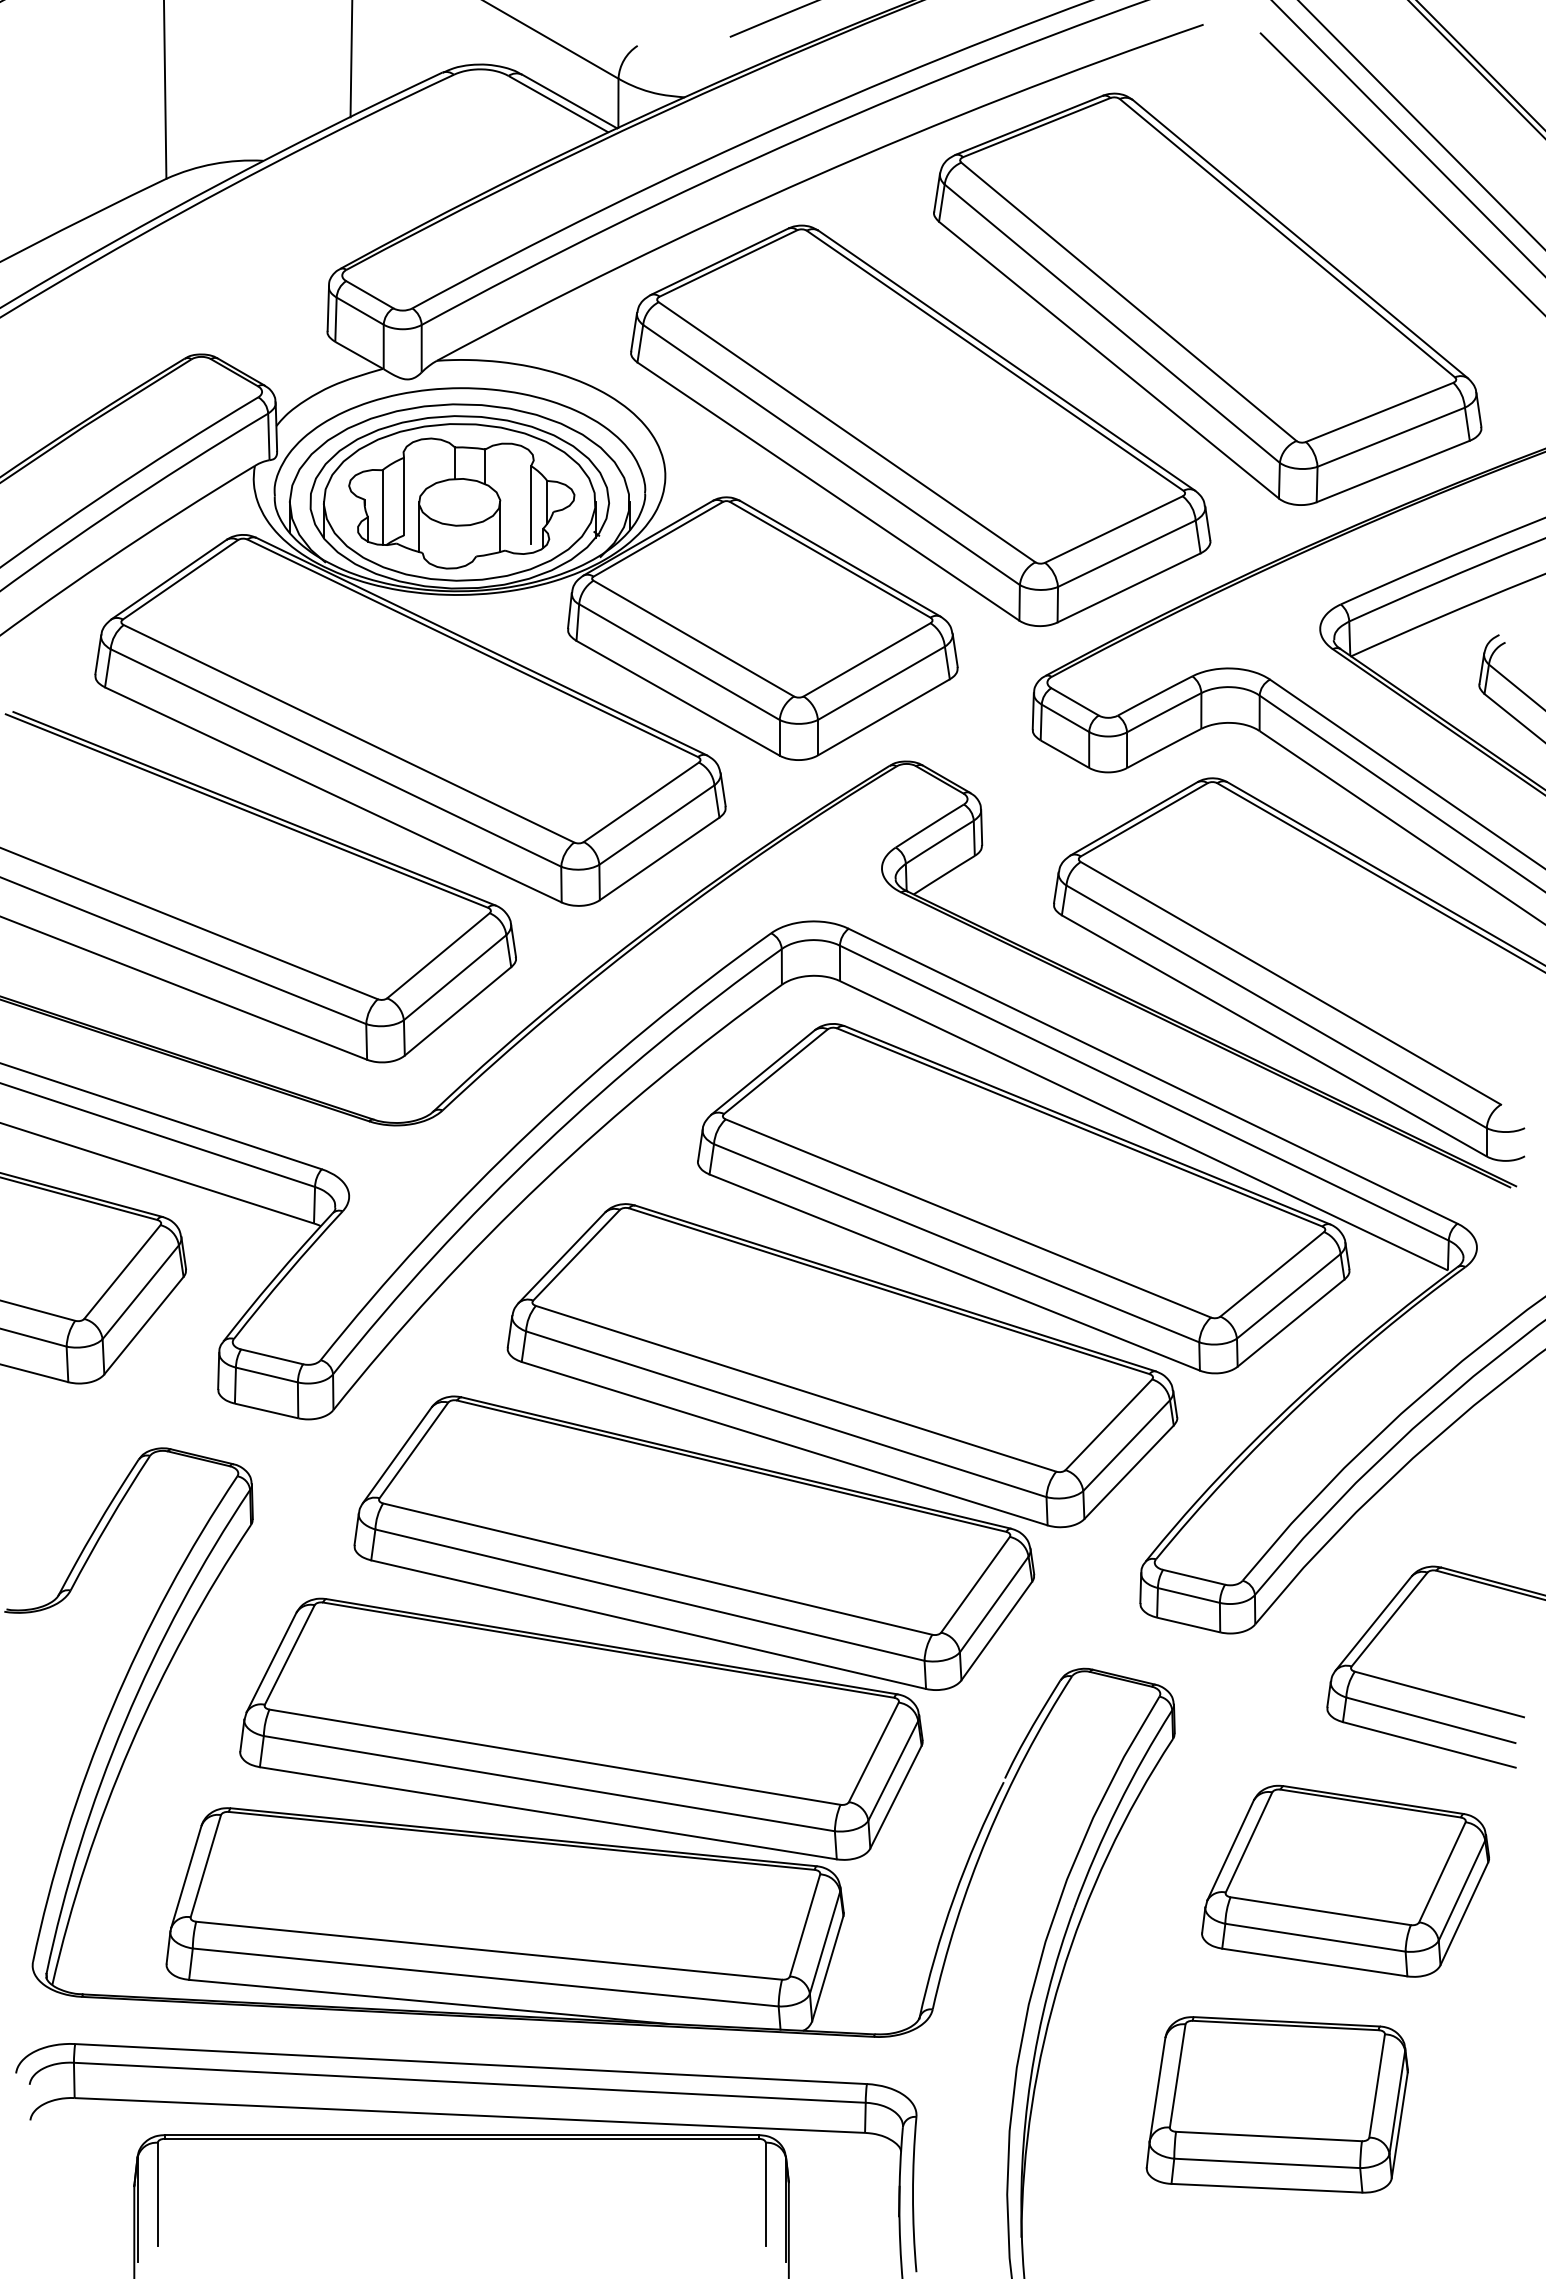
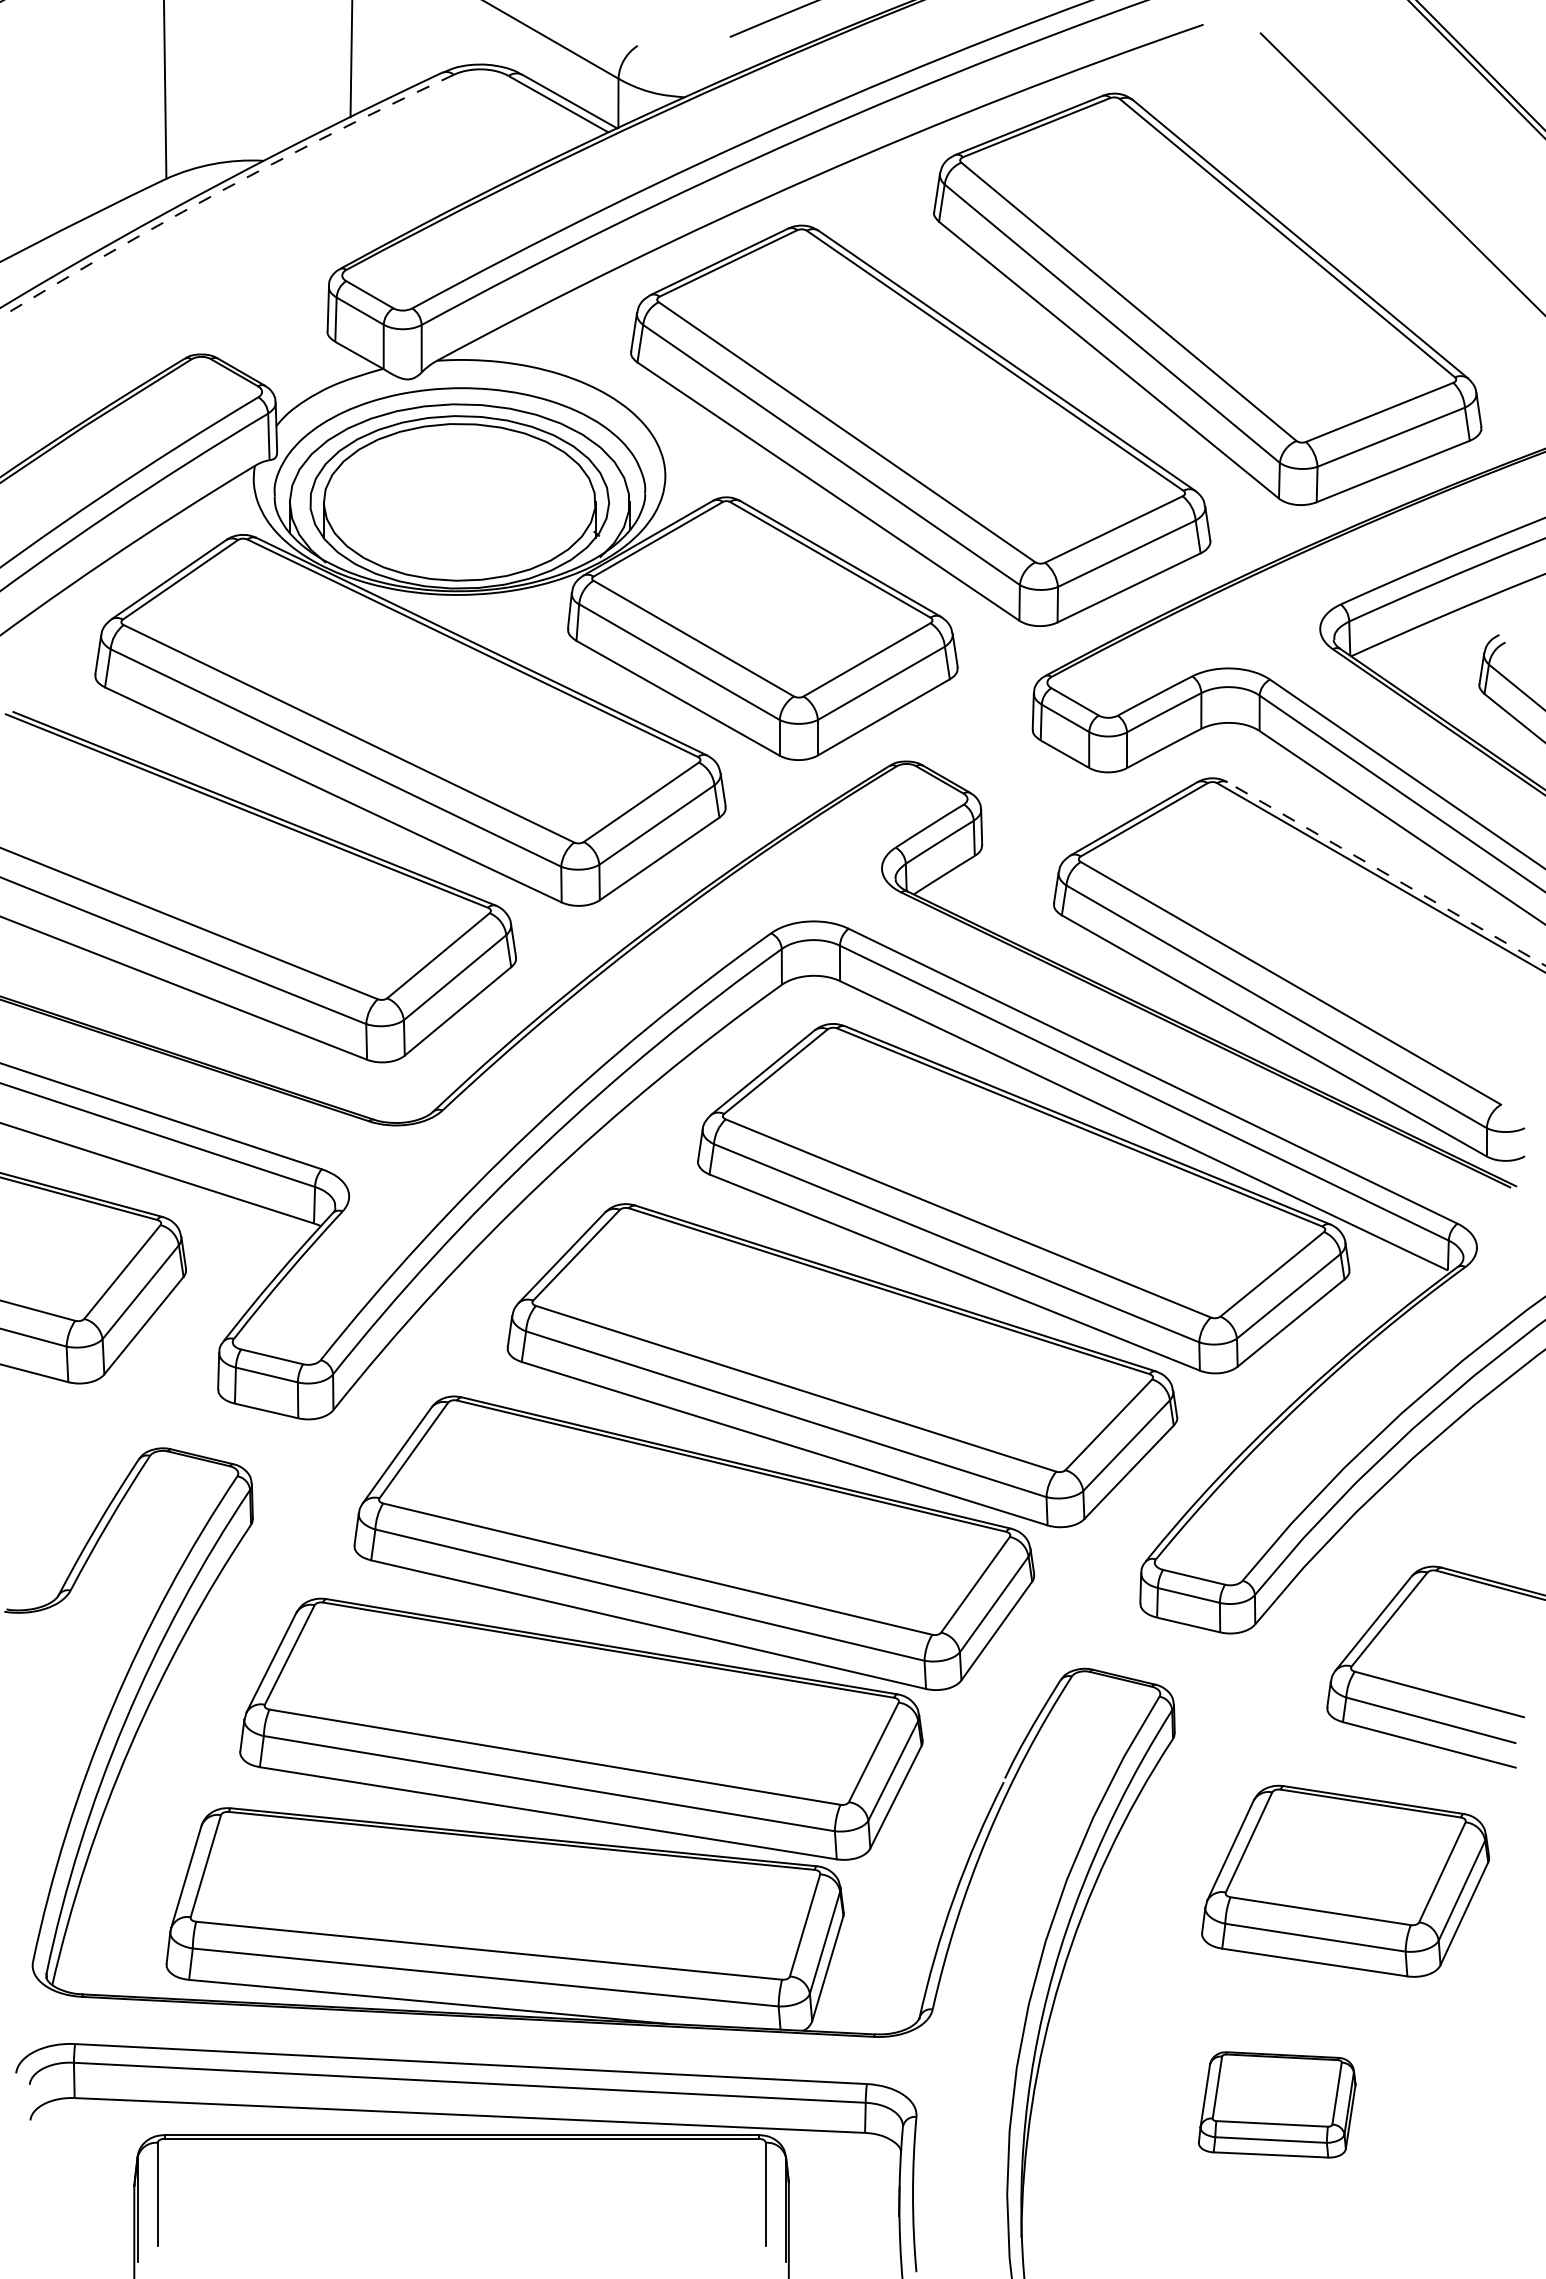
line at (1421, 124): present -> none
line at (1407, 138): present -> none
arc at (223, 190): solid -> dashed
part at (461, 503): present -> none
line at (1386, 874): solid -> dashed
part at (1276, 2104) size: 264x178 px -> 160x108 px
